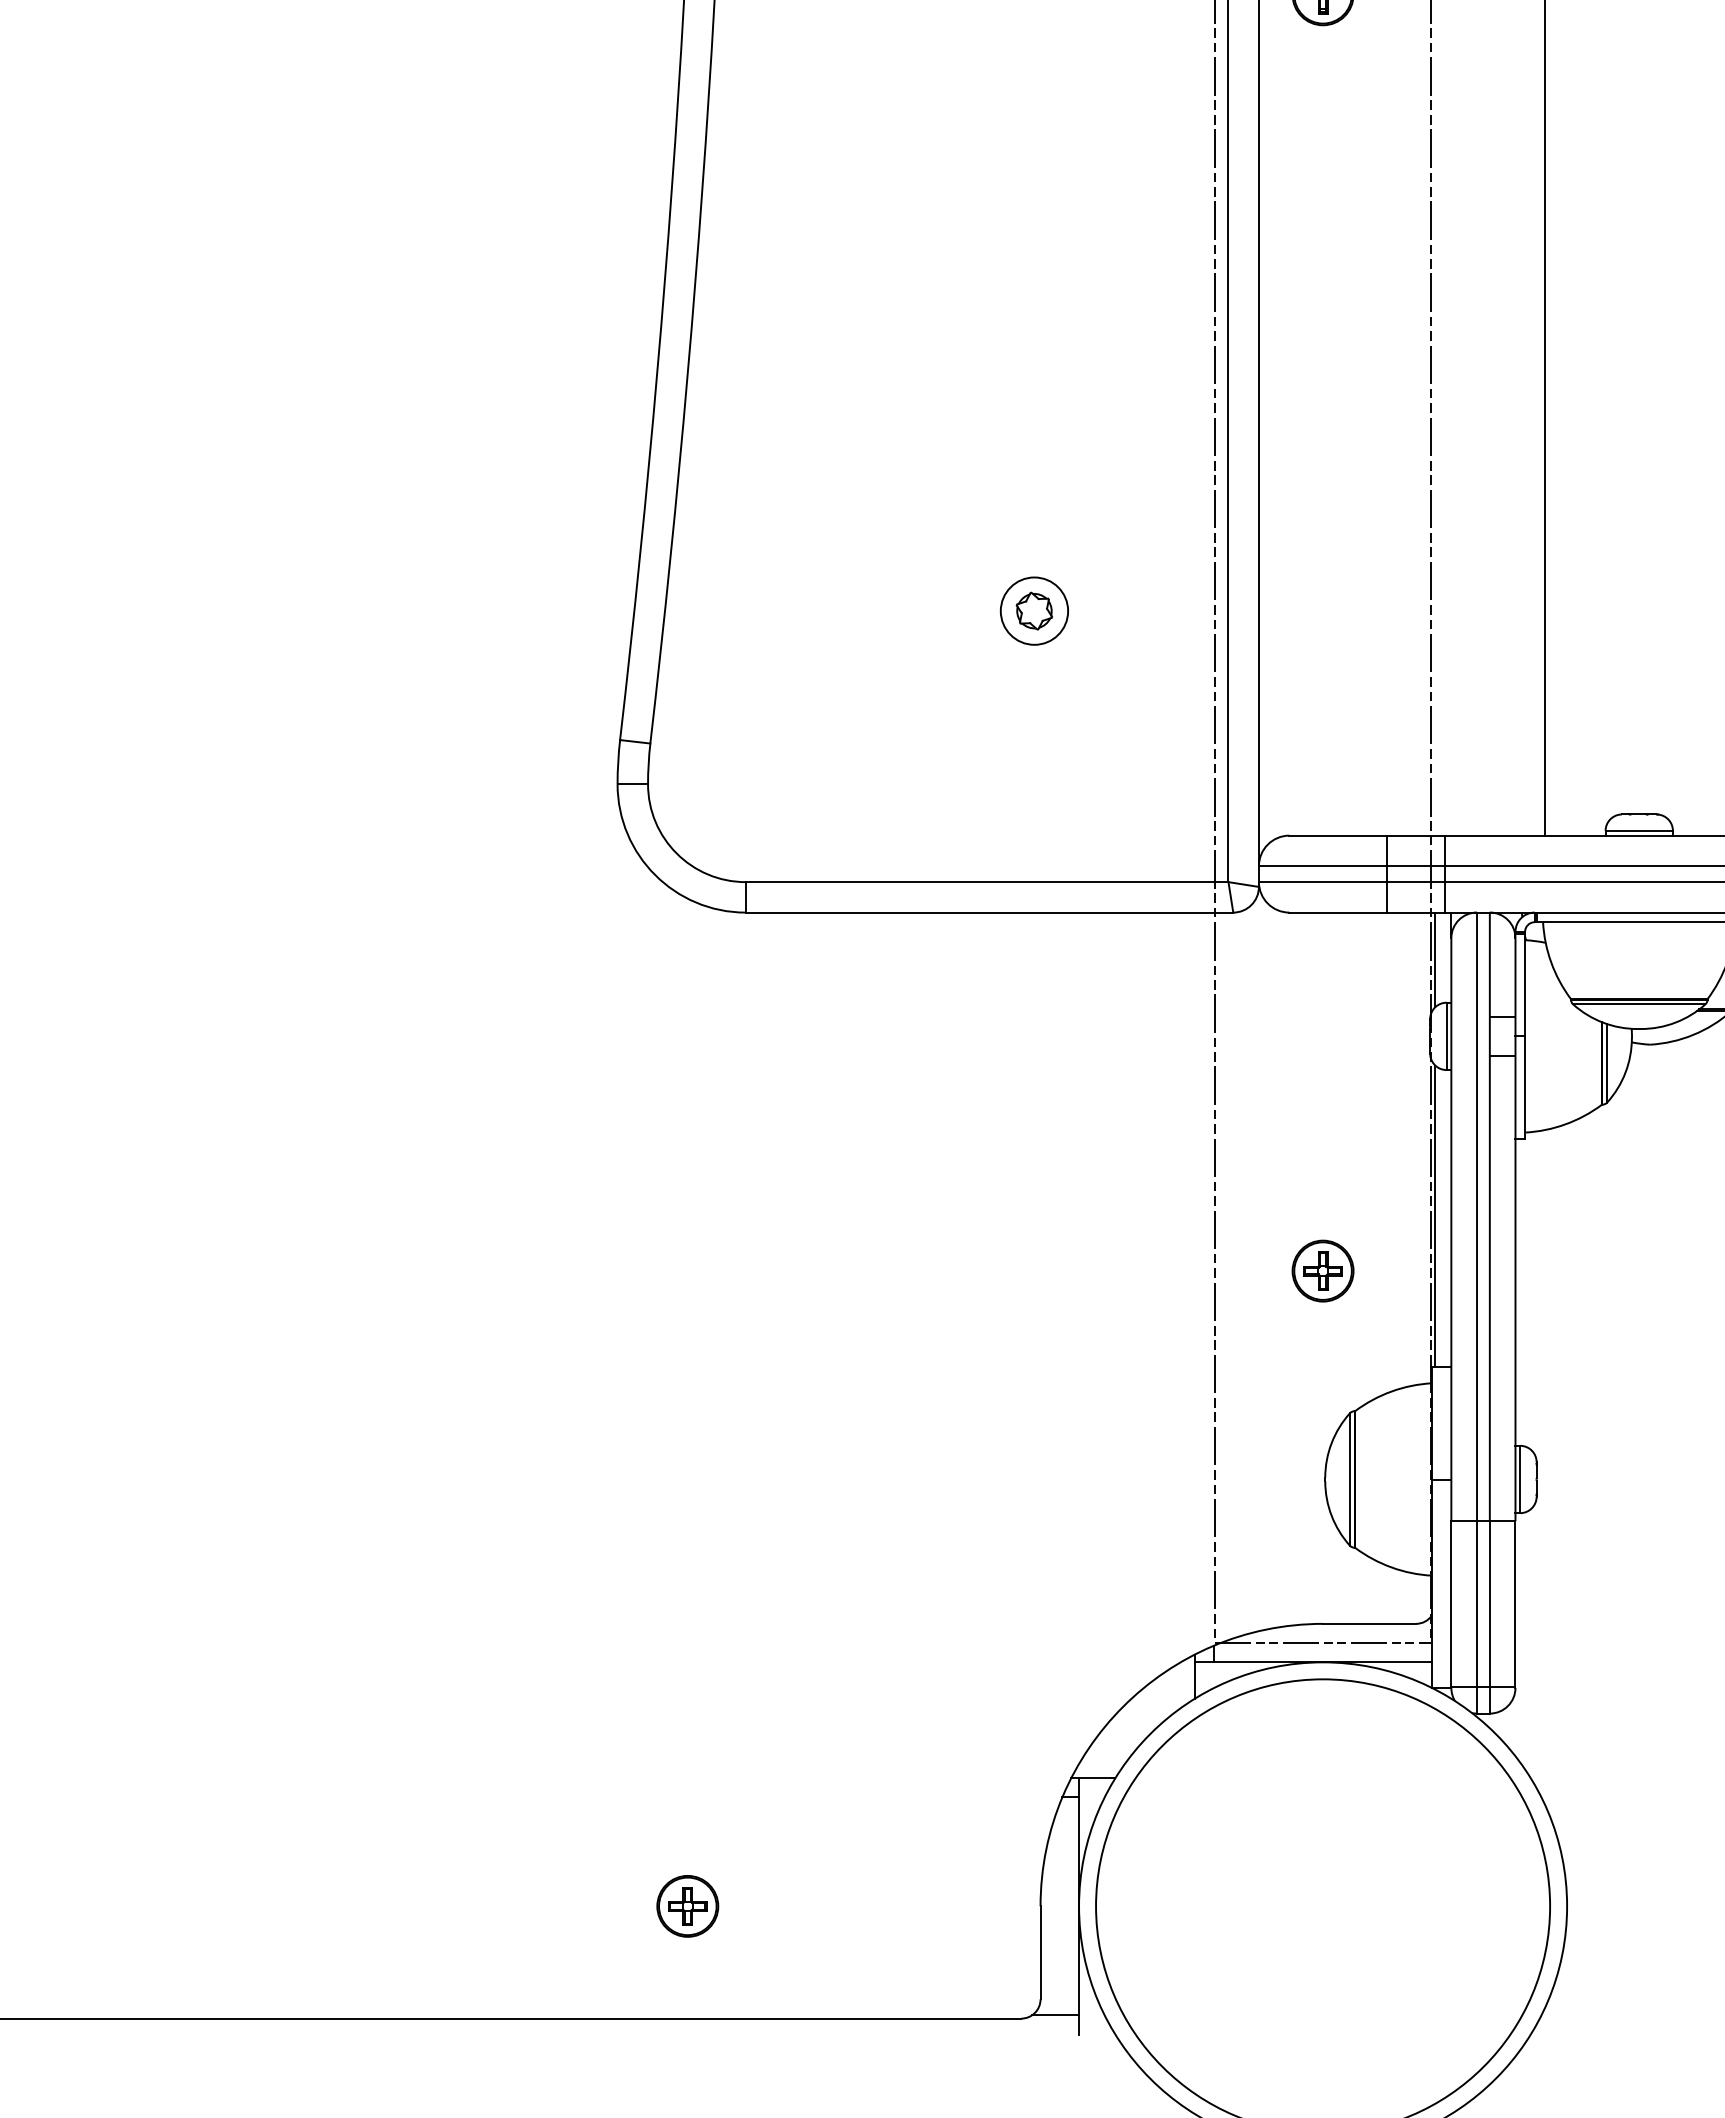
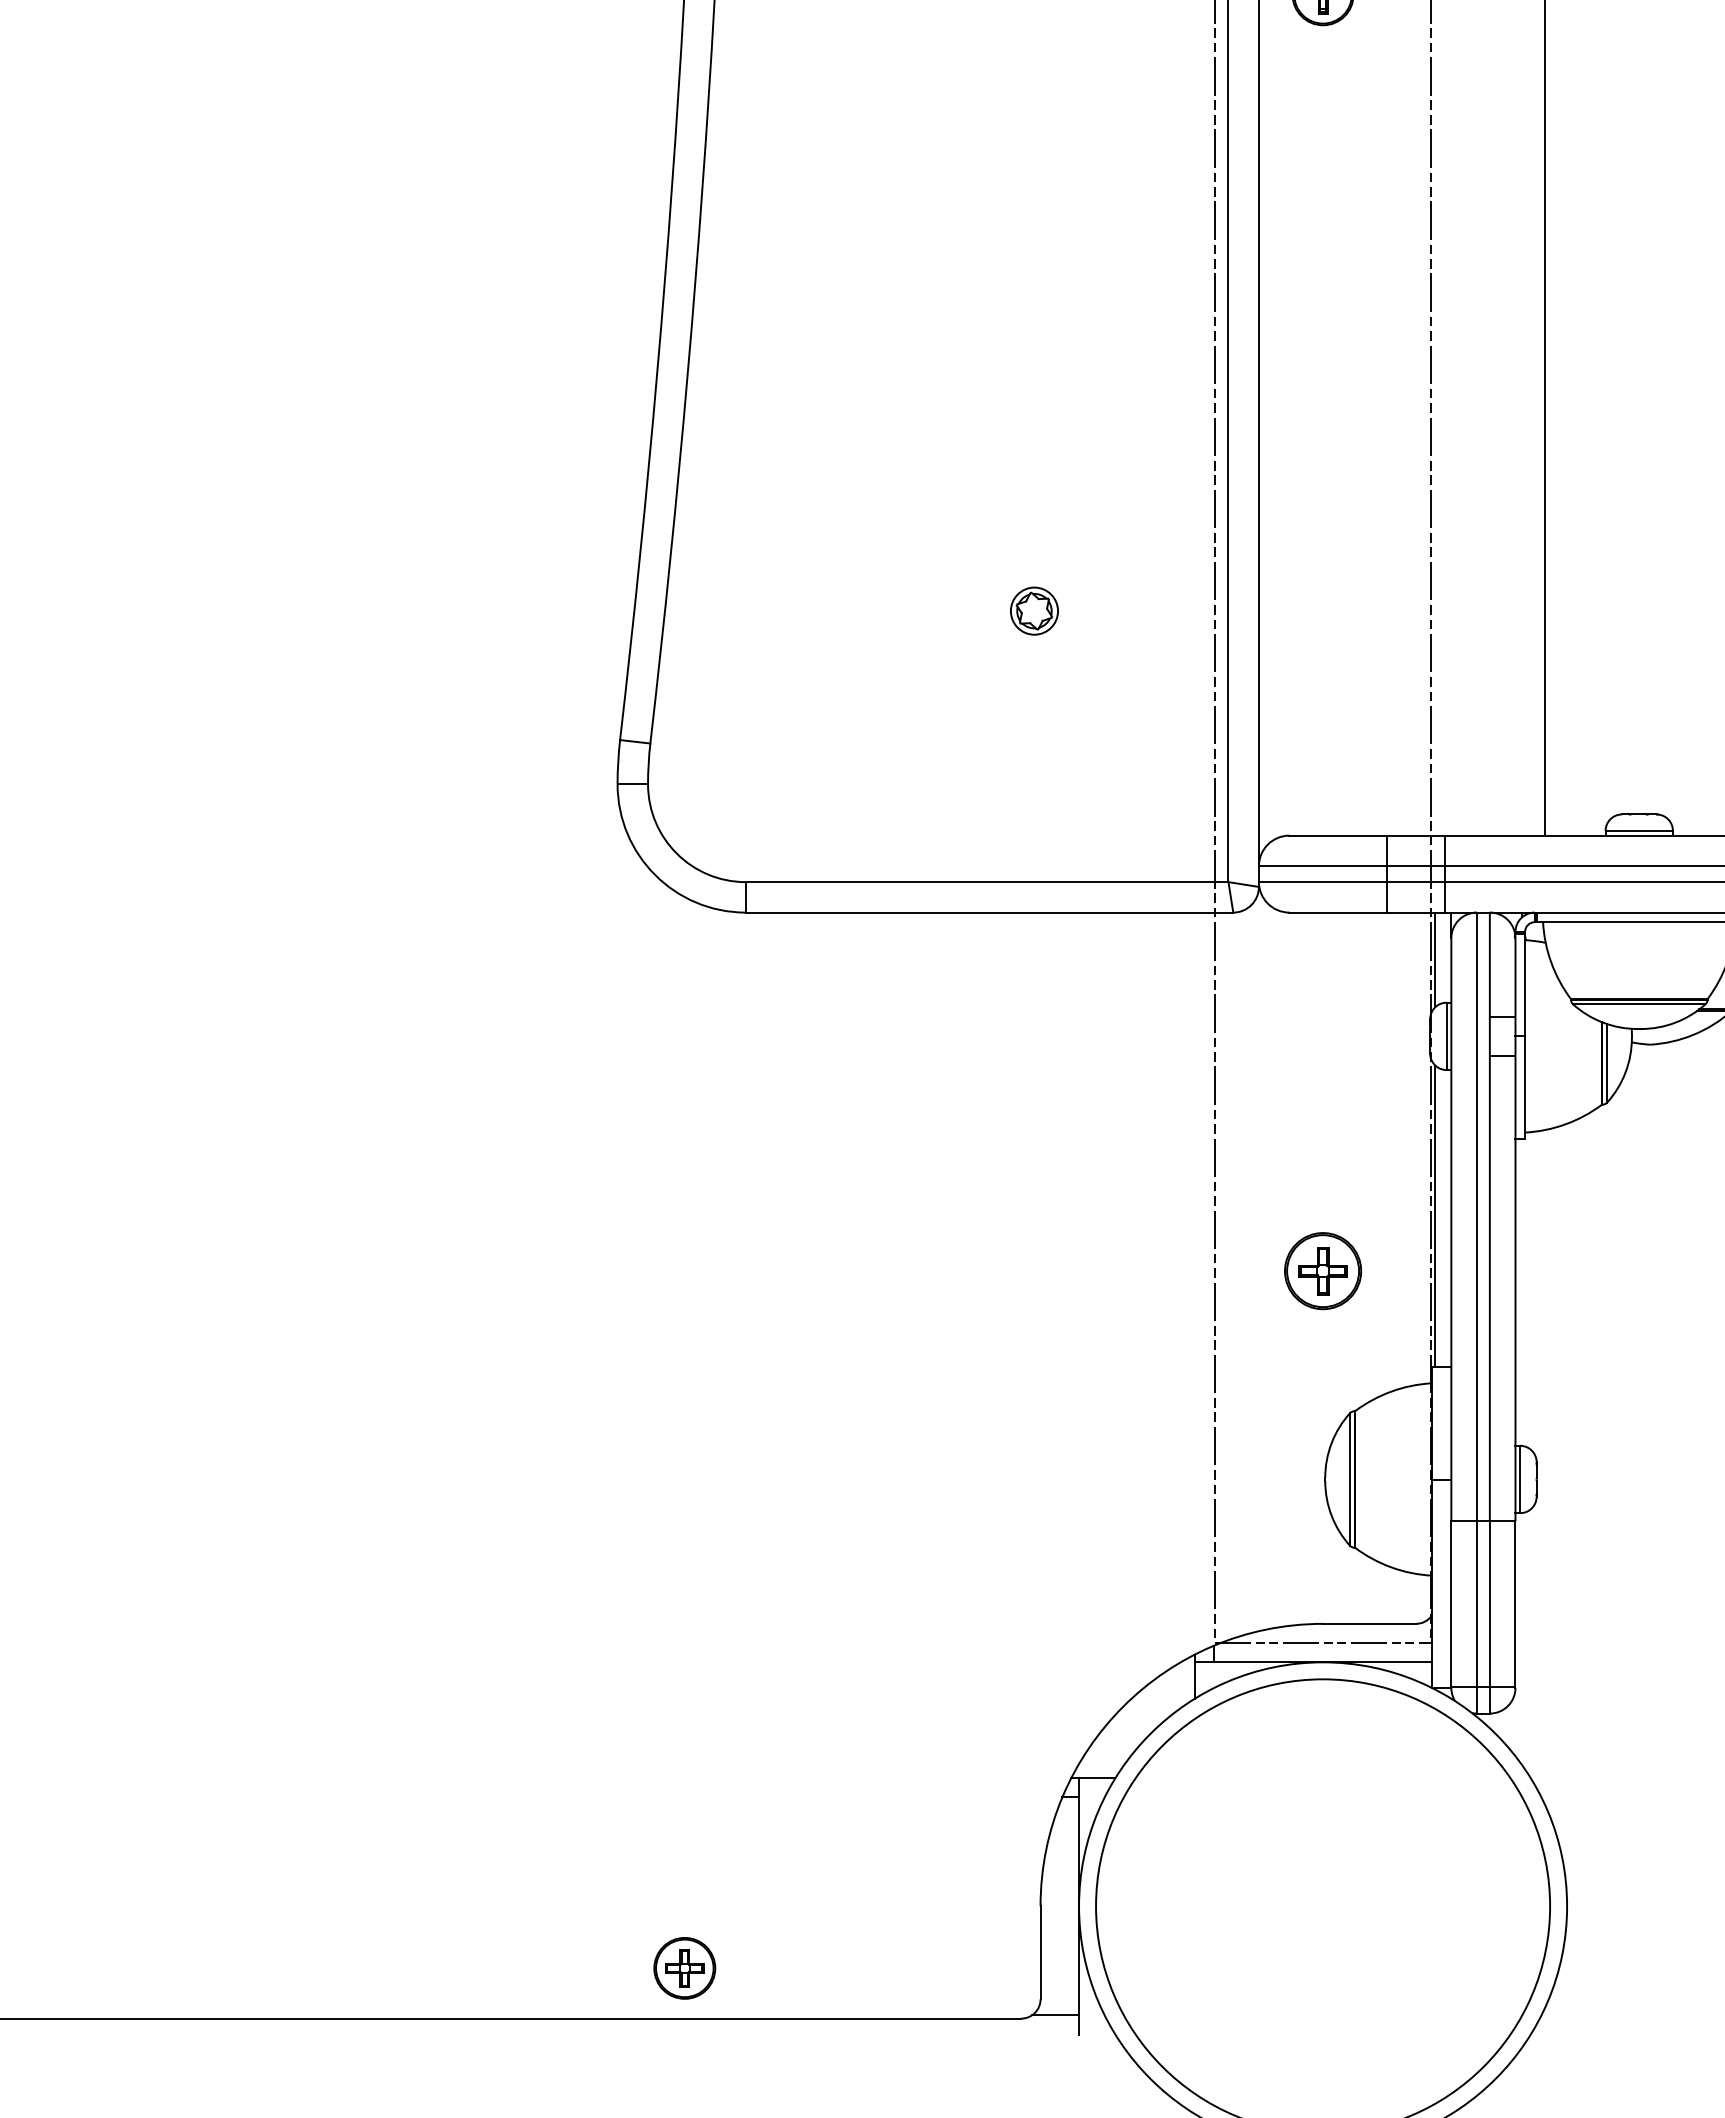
circle at (1034, 610) diameter: 67 px -> 47 px
part at (1322, 1270) size: 64x64 px -> 79x79 px
part at (687, 1906) position: (687, 1906) -> (684, 1968)
